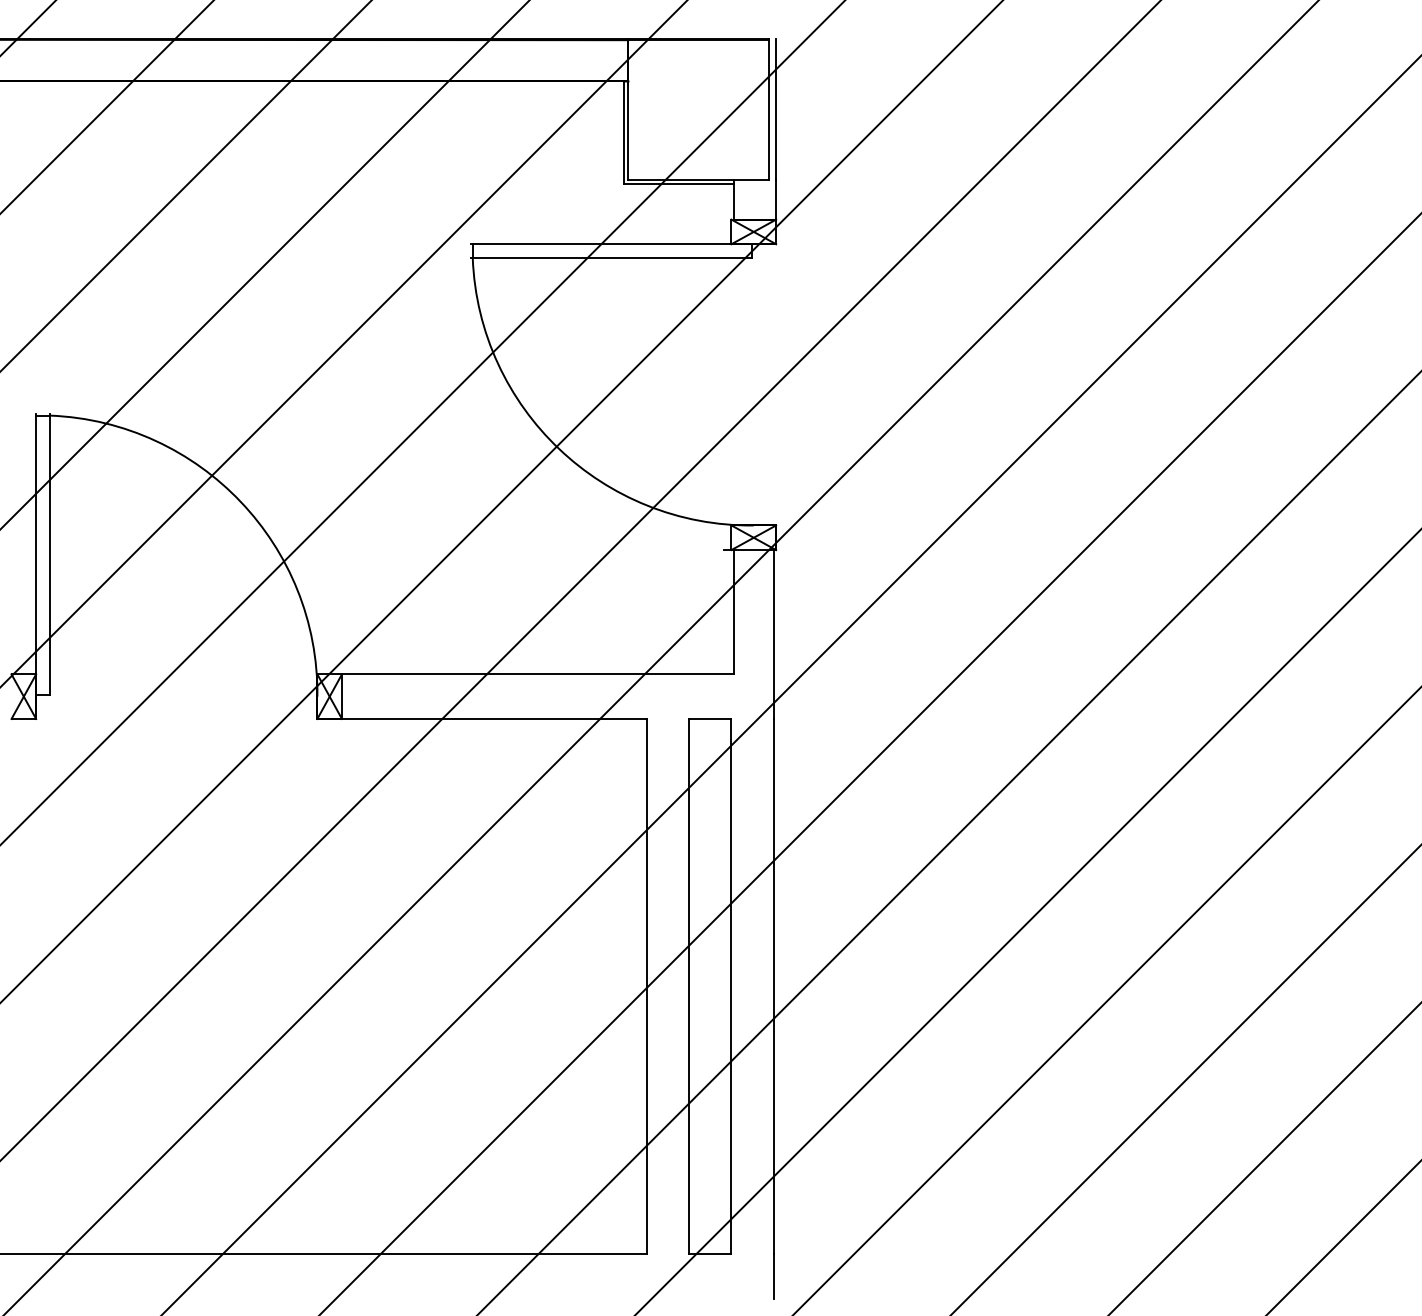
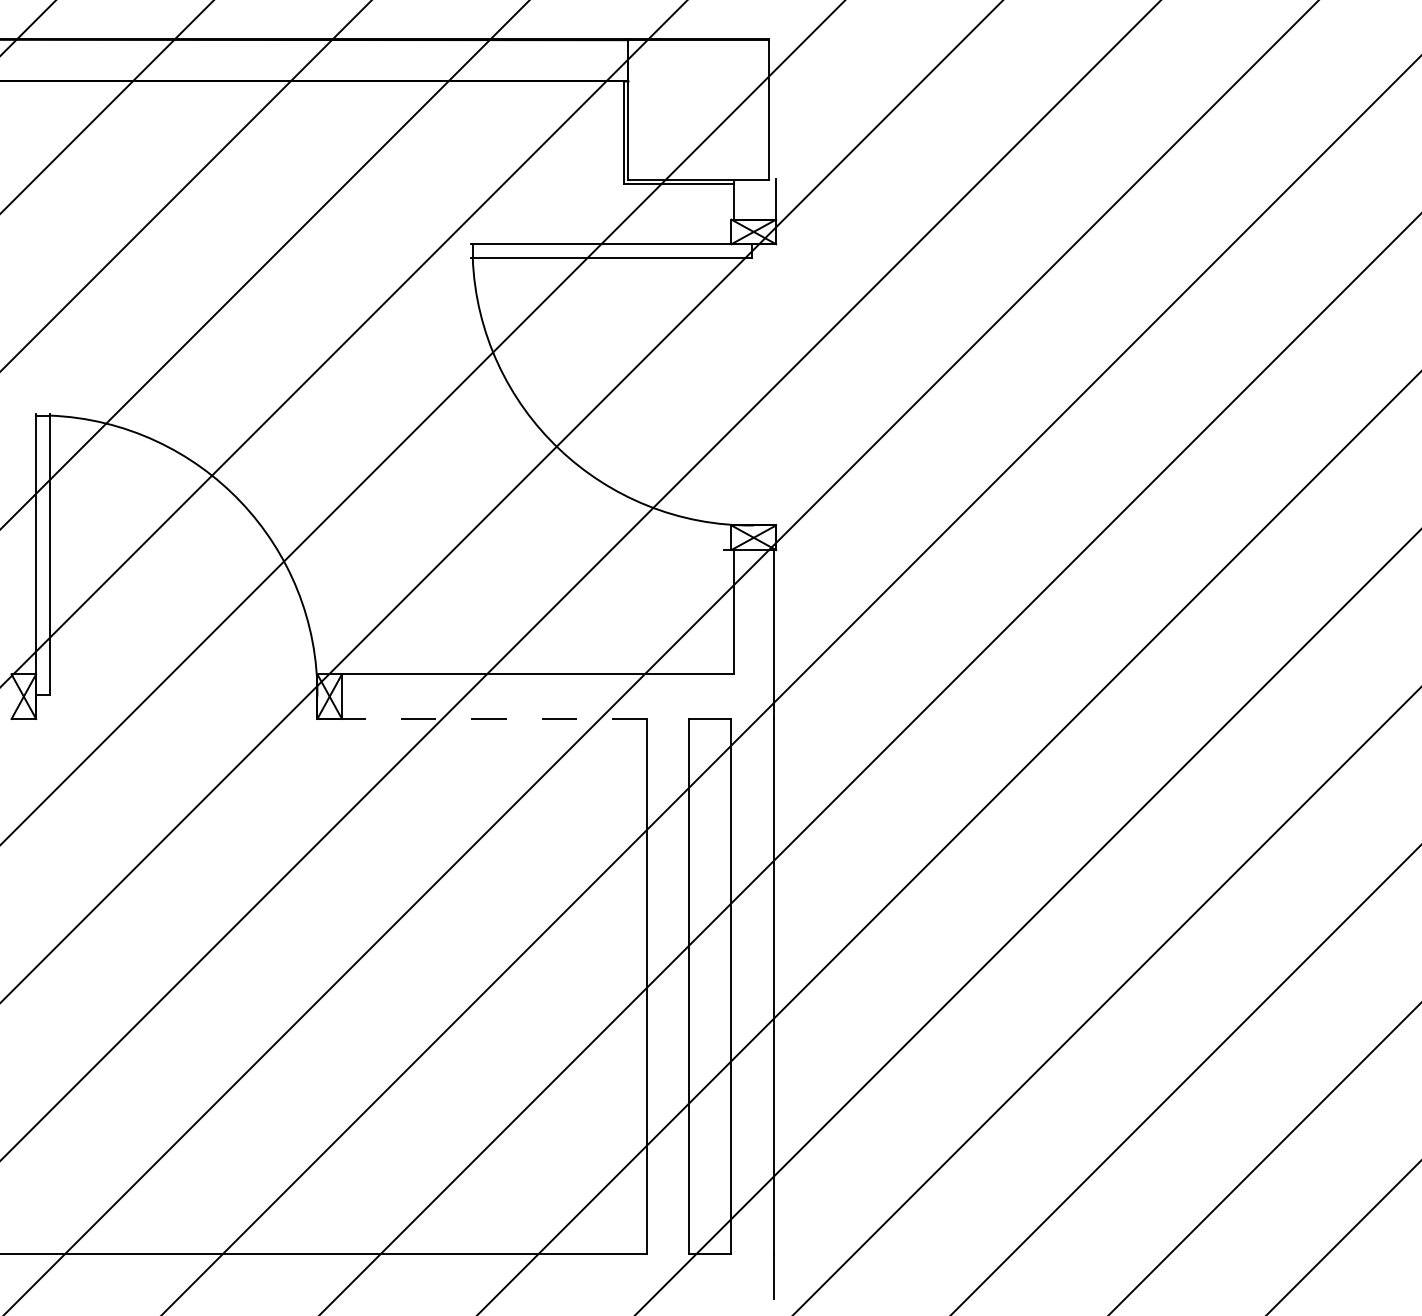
line at (776, 109): present -> none
line at (494, 718): solid -> dashed
